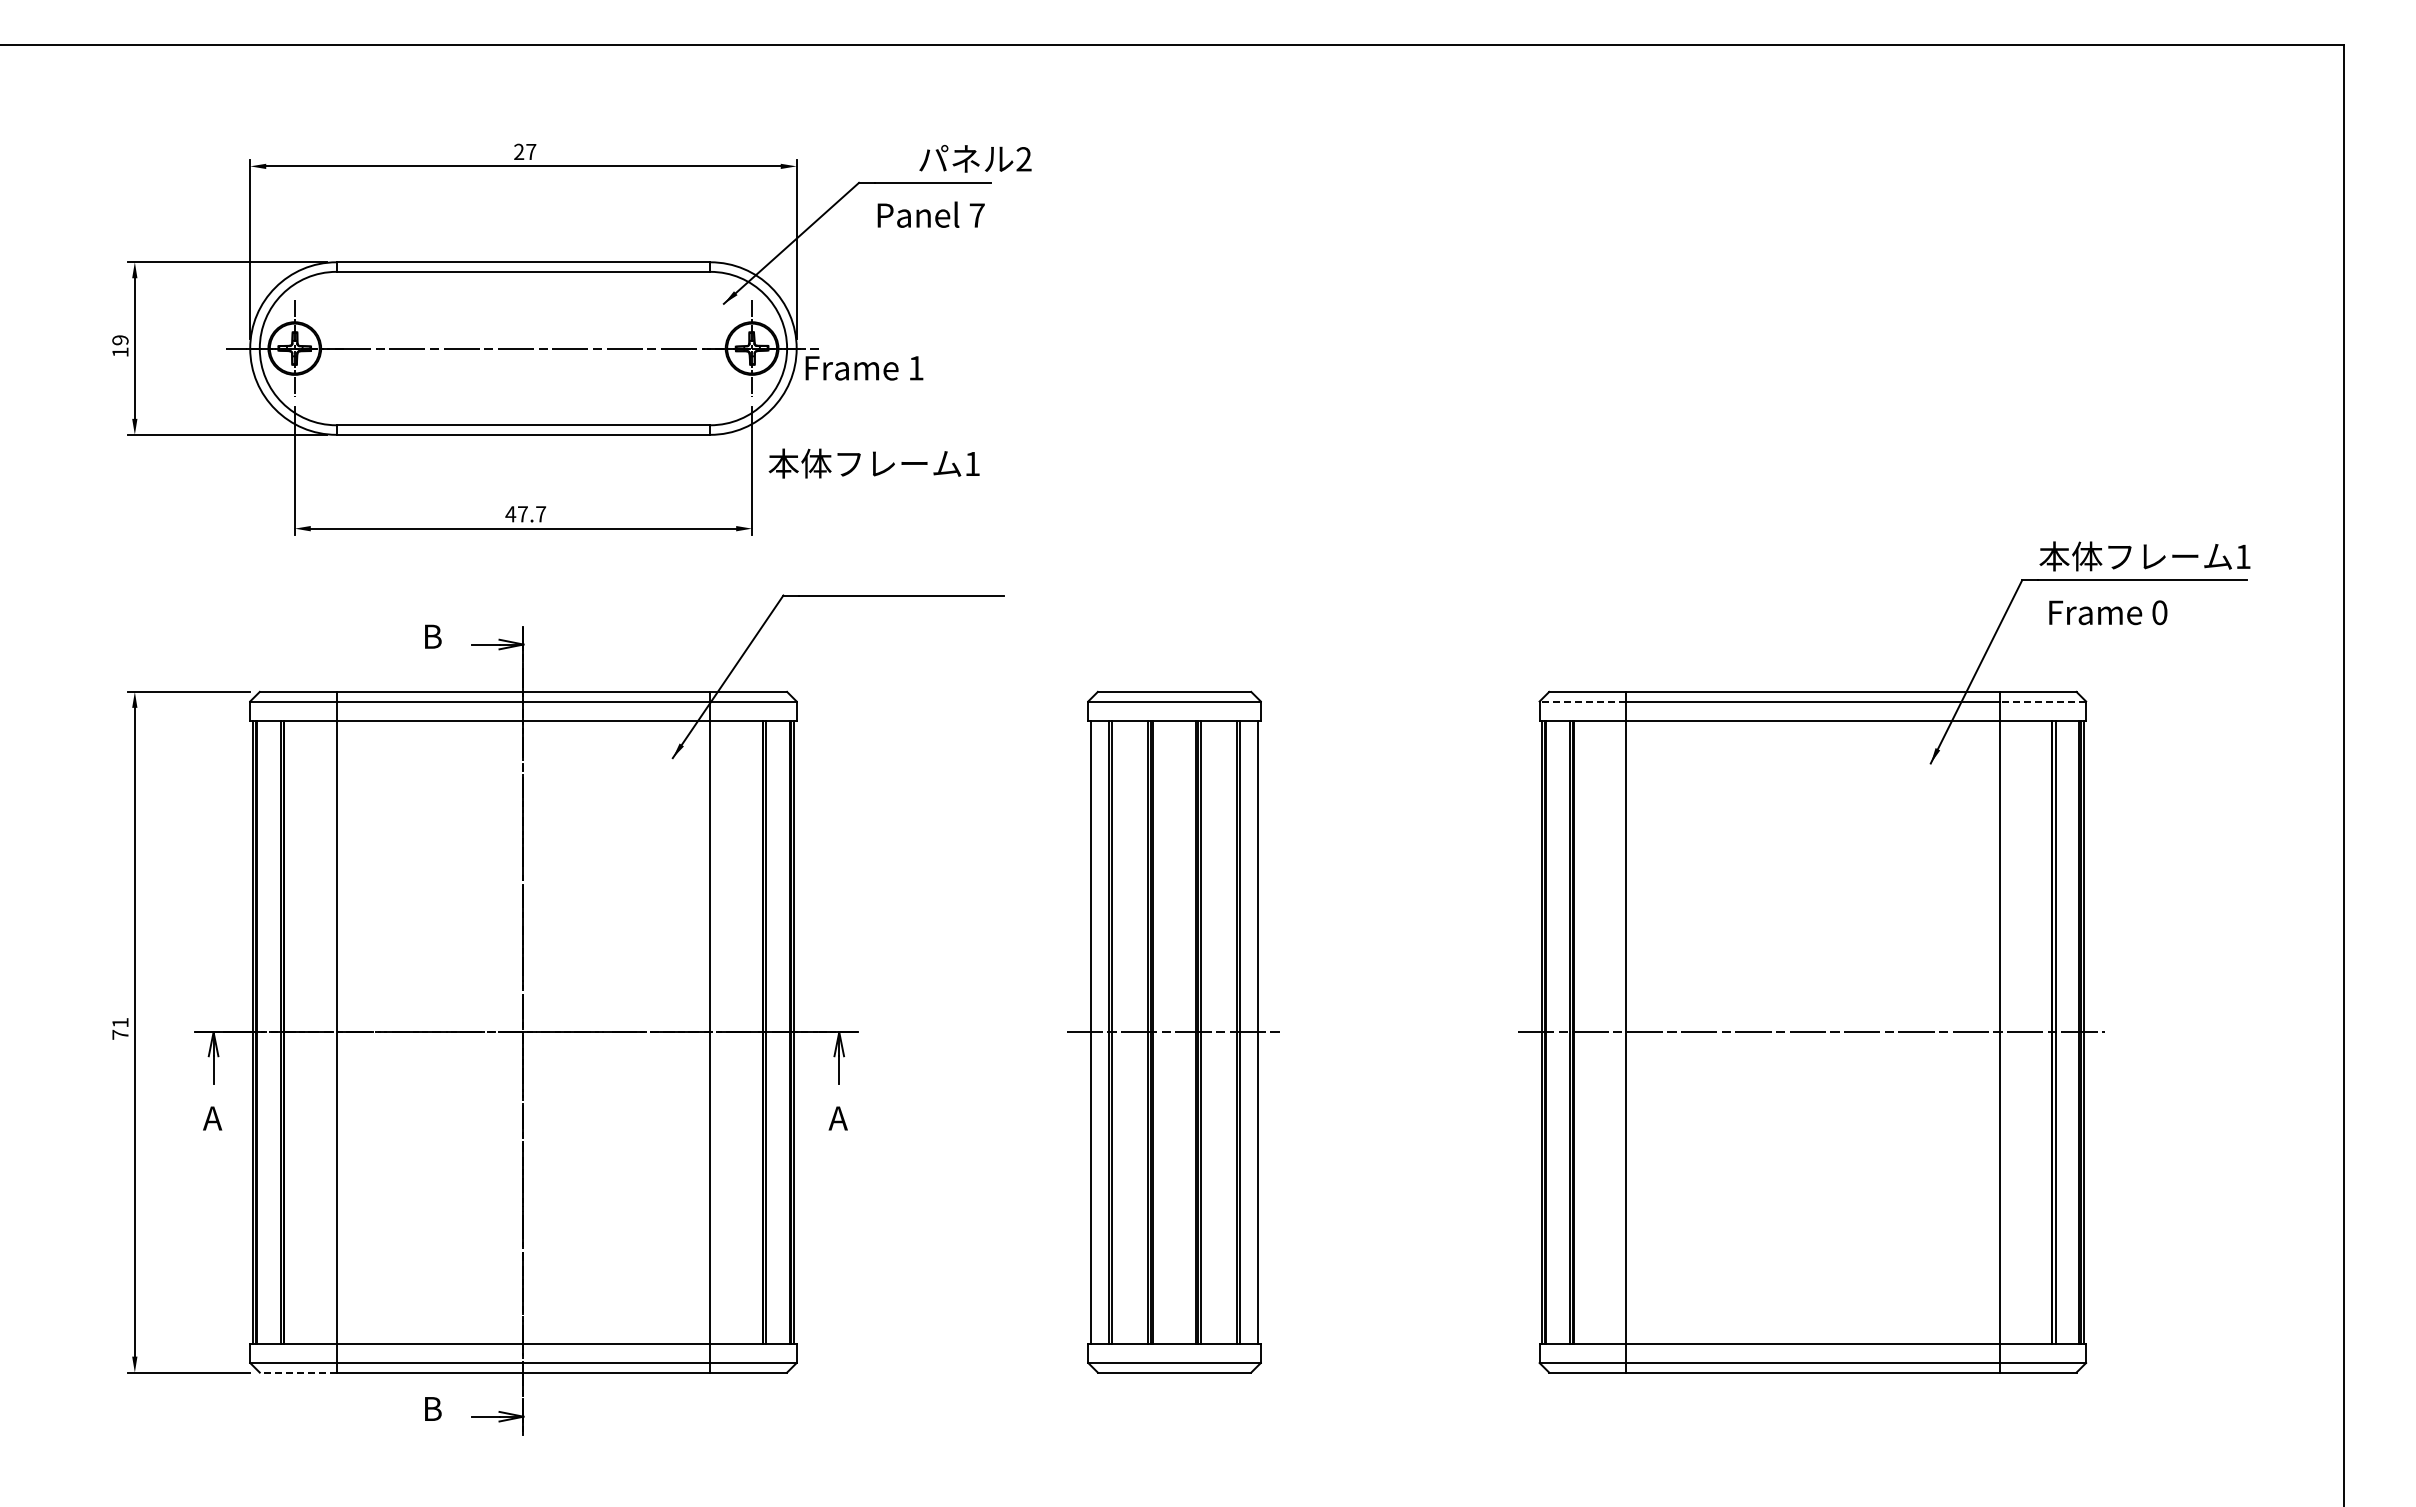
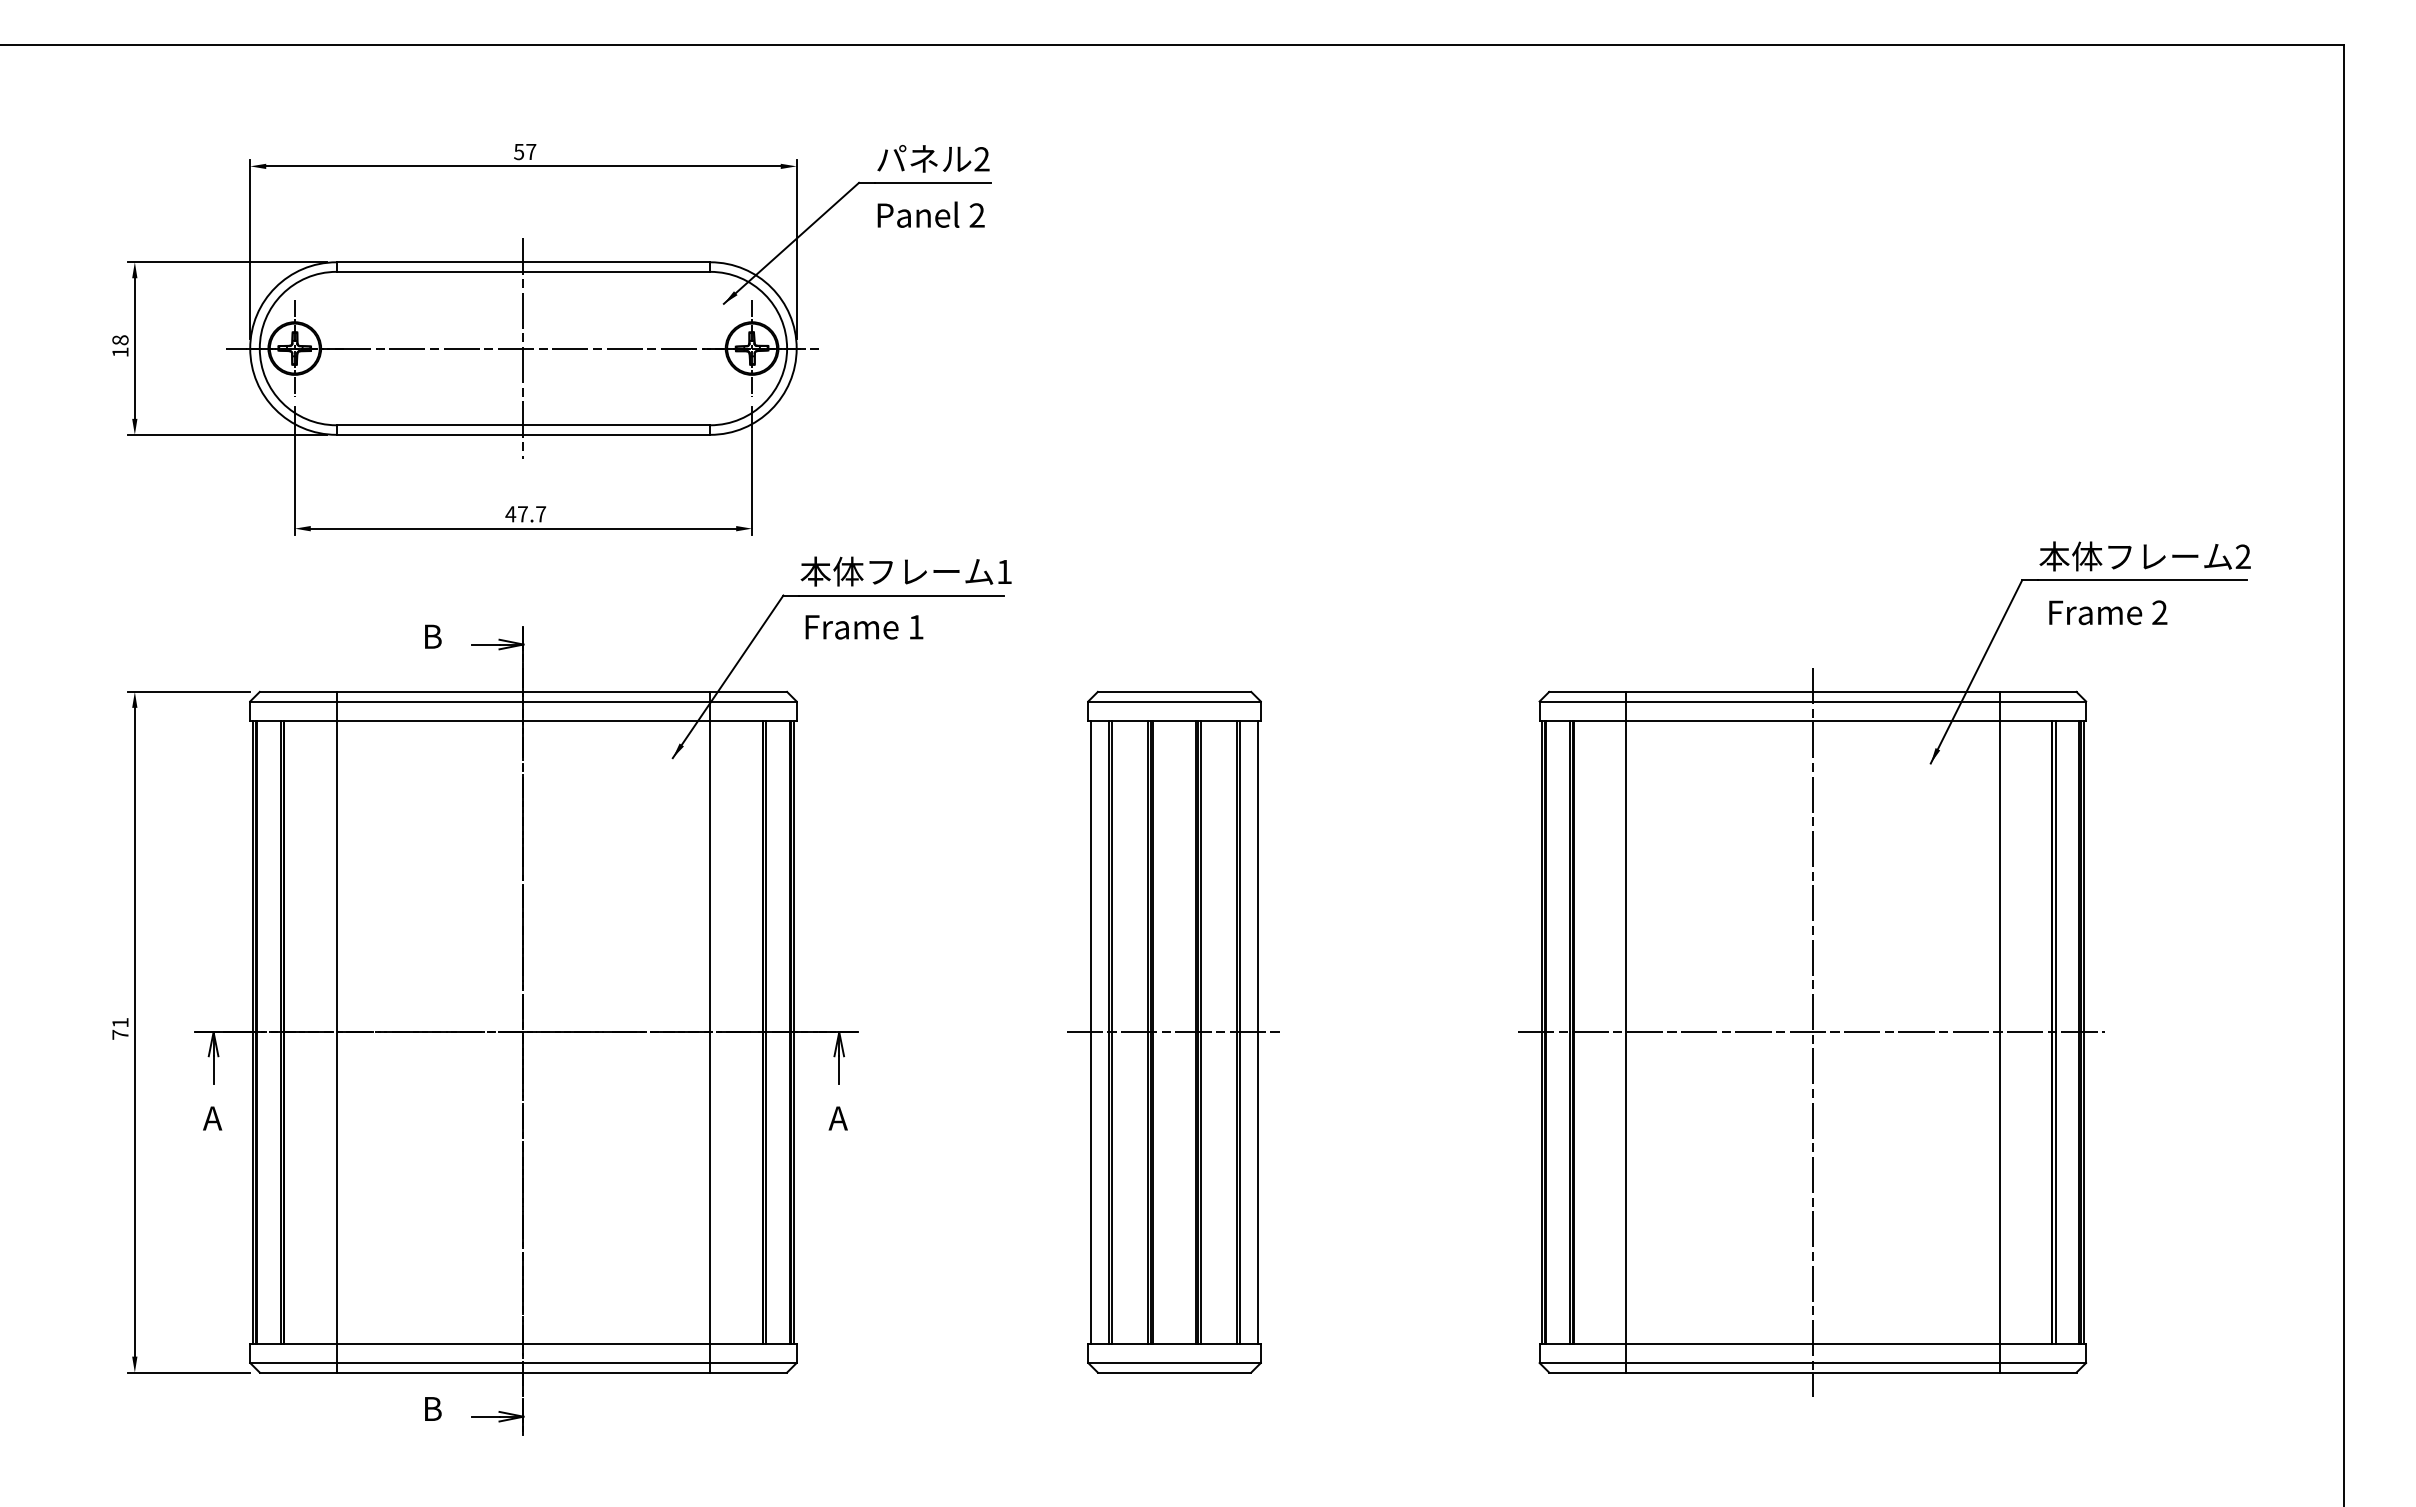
text at (519, 151): 27 -> 57
text at (975, 158) position: (975, 158) -> (933, 158)
text at (976, 215): 7 -> 2
text at (120, 340): 19 -> 18
line at (523, 348): none -> present
text at (864, 368) position: (864, 368) -> (864, 627)
text at (873, 463) position: (873, 463) -> (905, 571)
text at (2242, 556): 1 -> 2
text at (2159, 612): 0 -> 2
line at (1582, 701): dashed -> solid
line at (2042, 701): dashed -> solid
line at (1812, 1031): none -> present
line at (297, 1372): dashed -> solid
